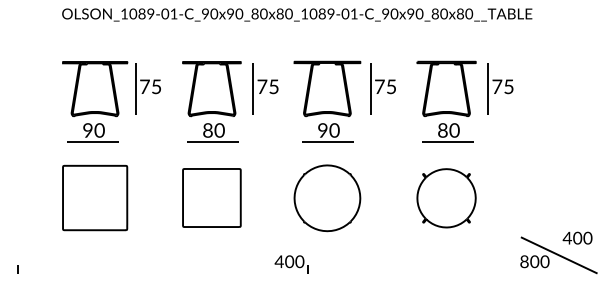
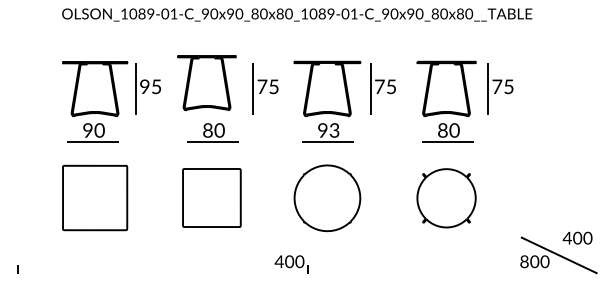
text at (144, 86): 75 -> 95
part at (211, 89) position: (211, 89) -> (206, 83)
text at (334, 130): 90 -> 93
